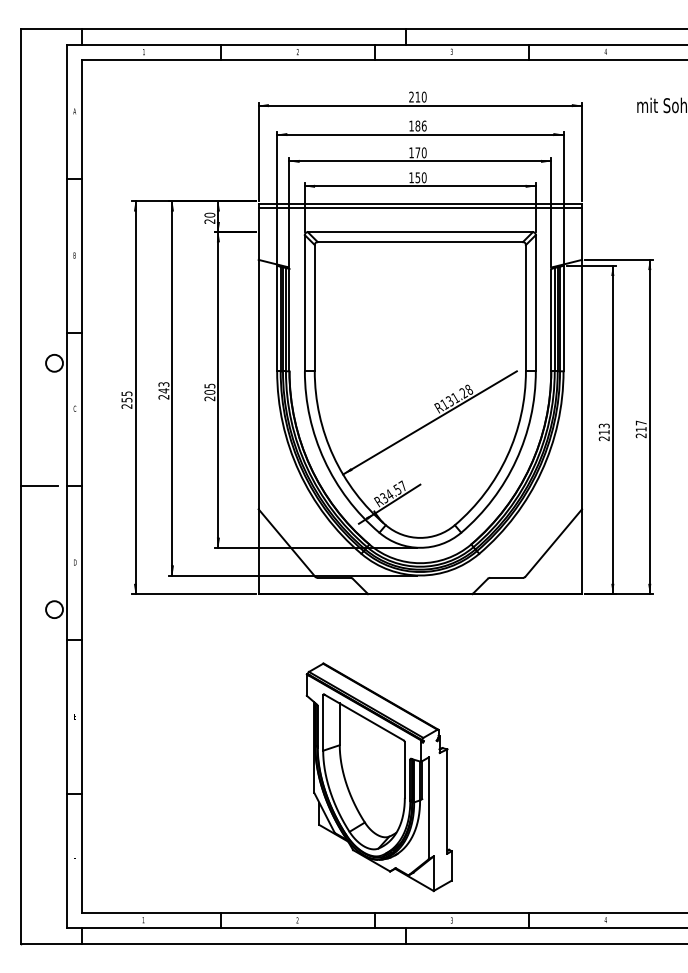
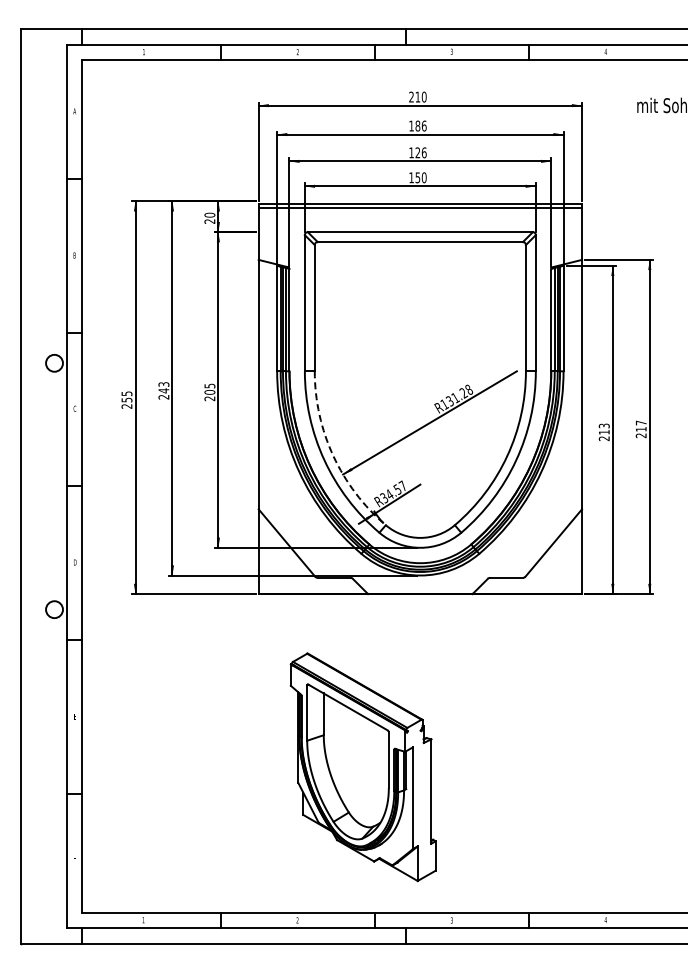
text at (420, 152): 170 -> 126
arc at (333, 456): solid -> dashed
line at (38, 486): present -> none
part at (378, 777) position: (378, 777) -> (362, 767)
